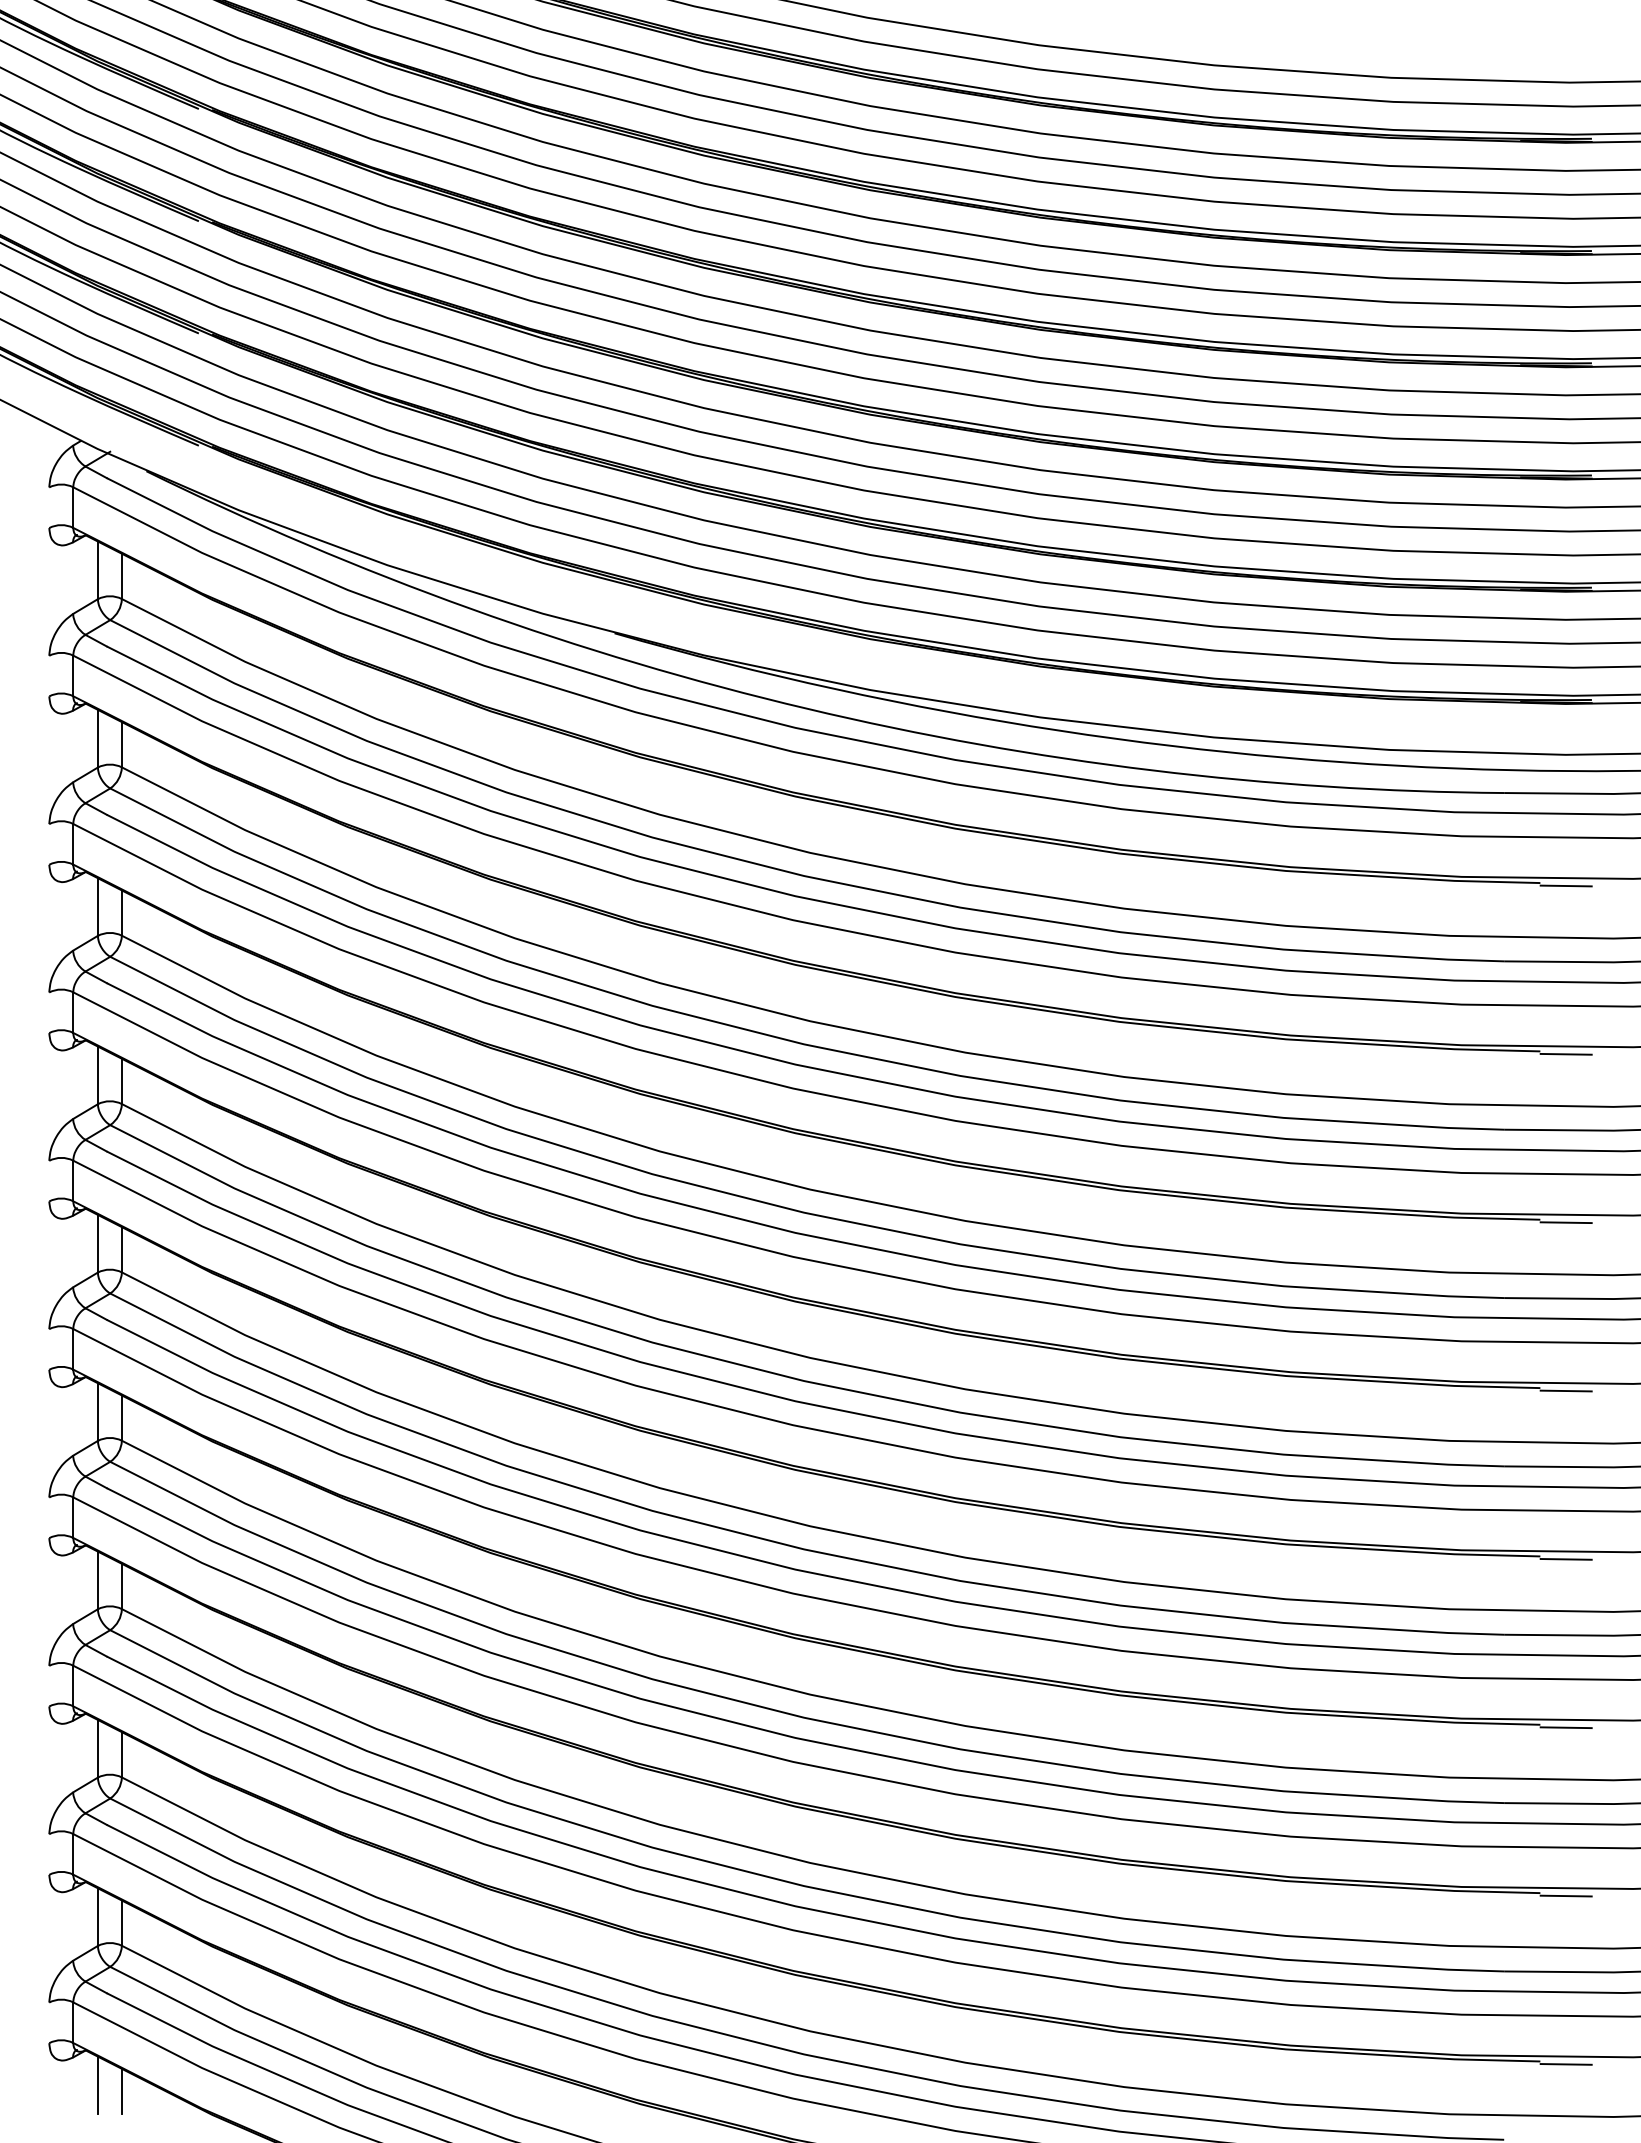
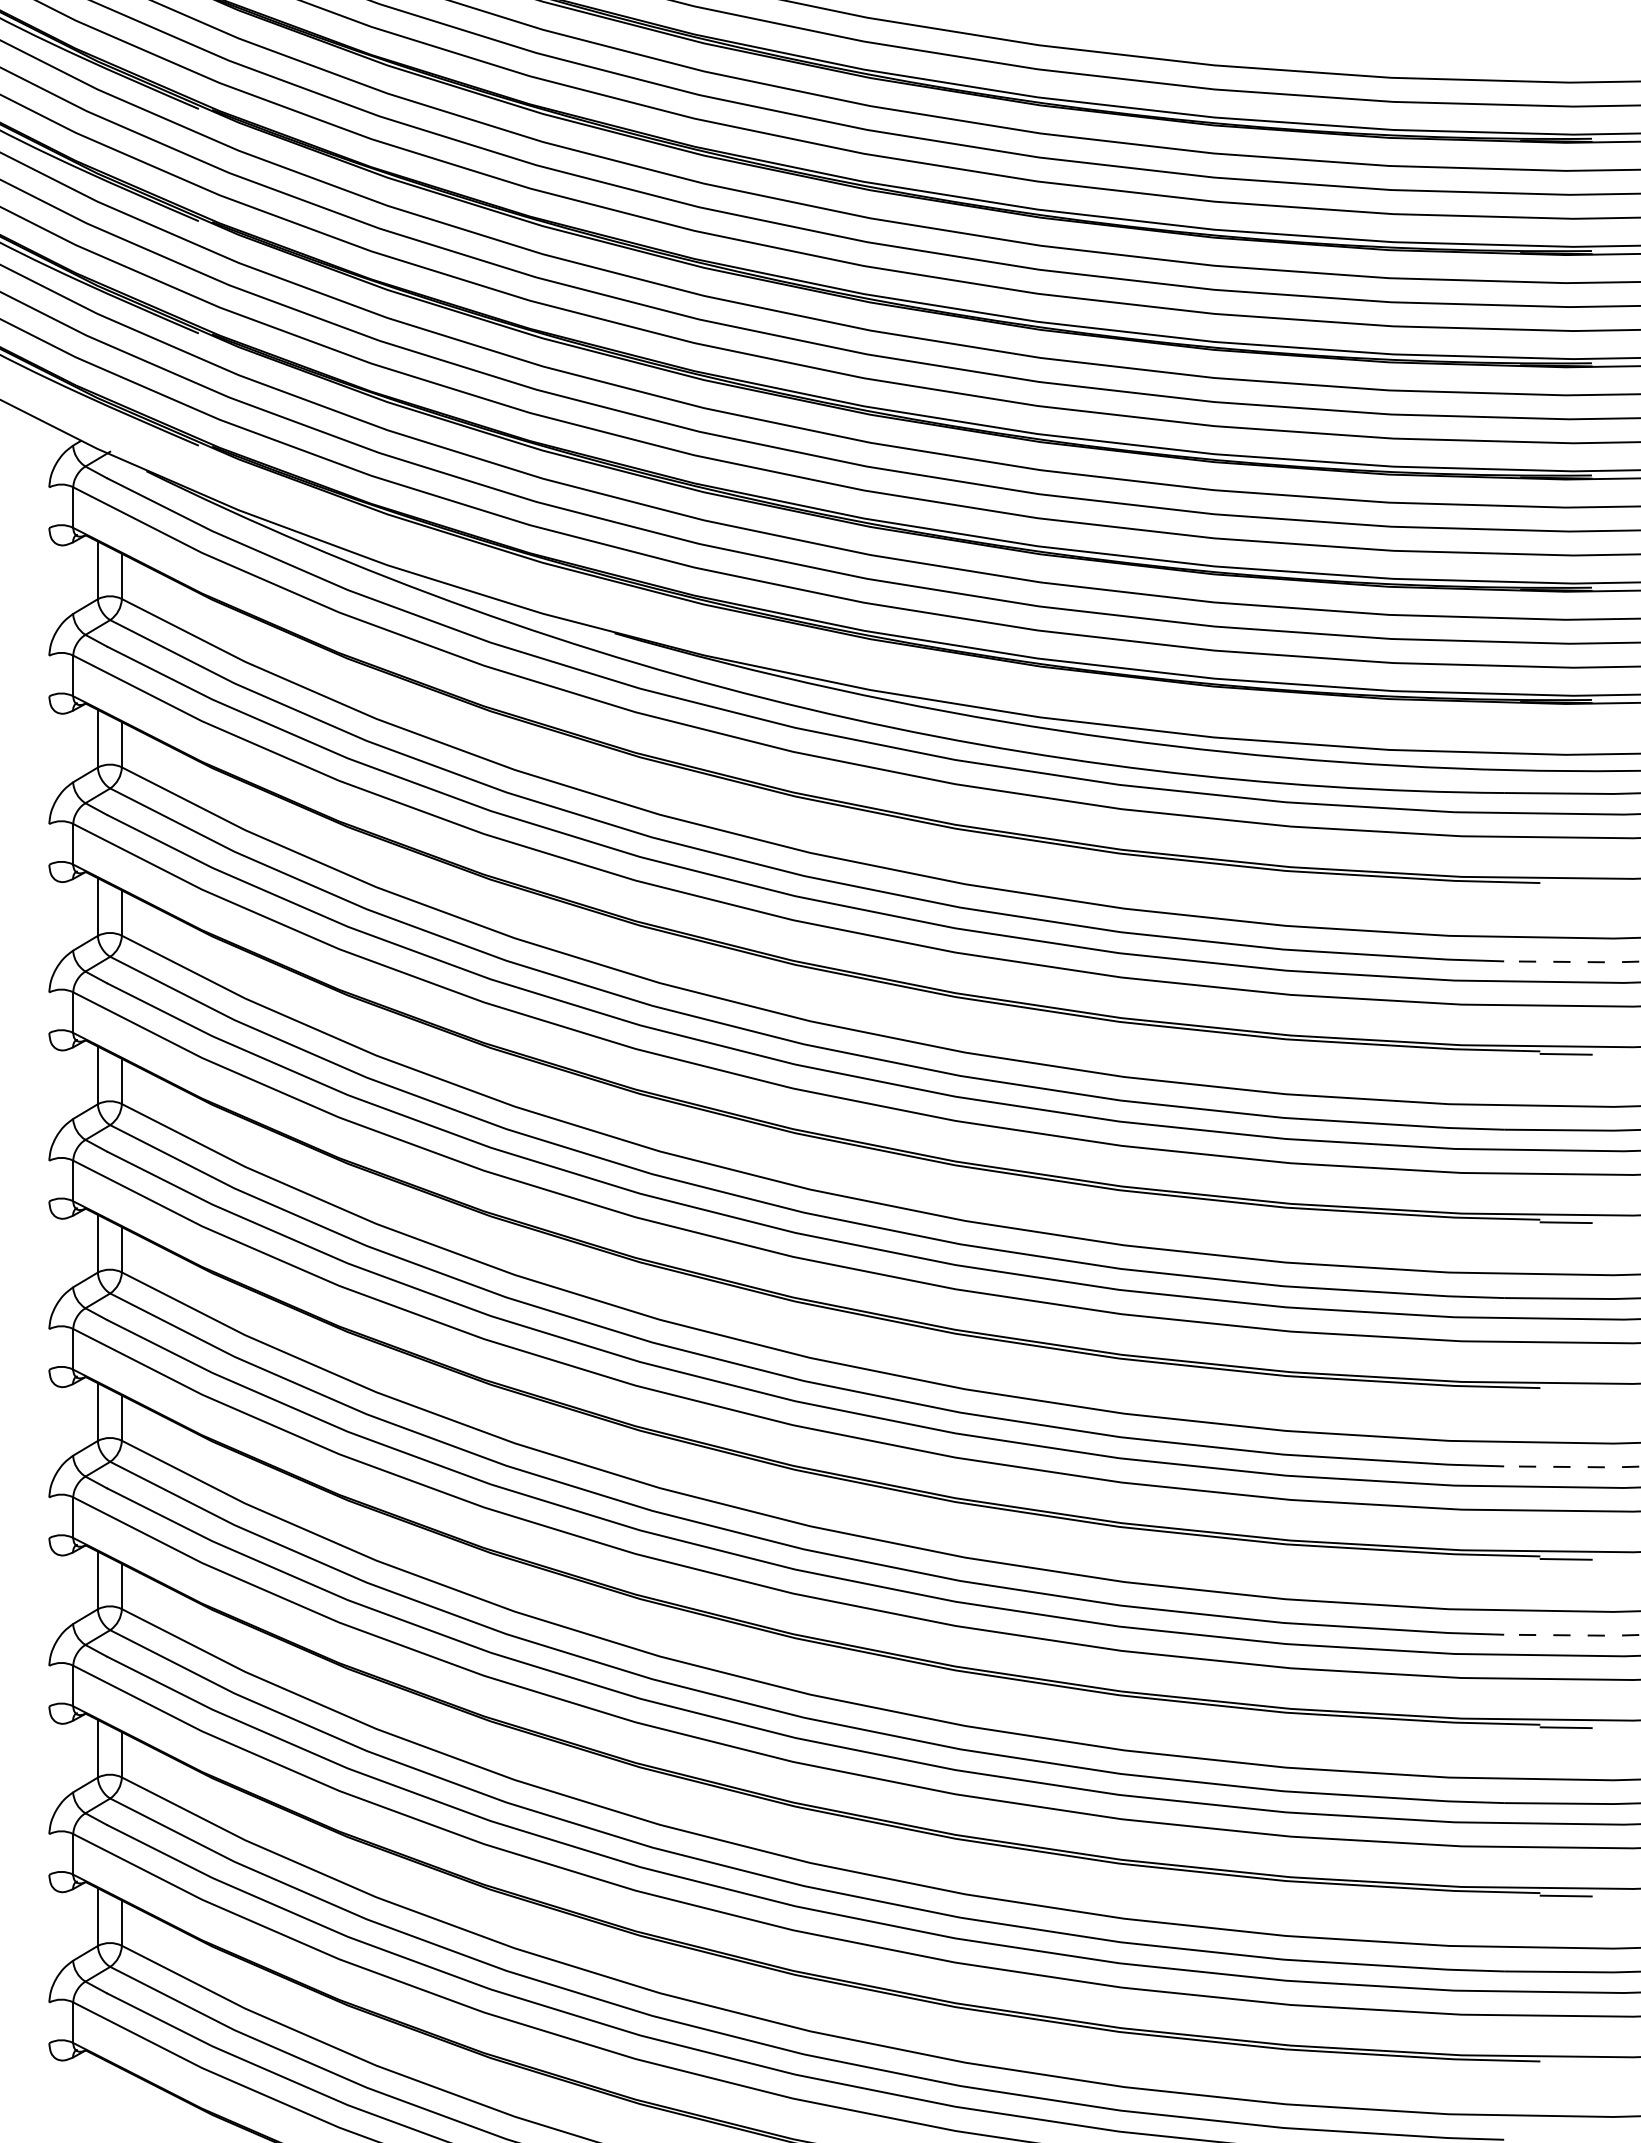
line at (1565, 885): present -> none
line at (1572, 961): solid -> dashed
line at (1565, 1390): present -> none
line at (1572, 1467): solid -> dashed
line at (1572, 1635): solid -> dashed
line at (1565, 2064): present -> none
line at (97, 2085): present -> none
line at (121, 2091): present -> none
